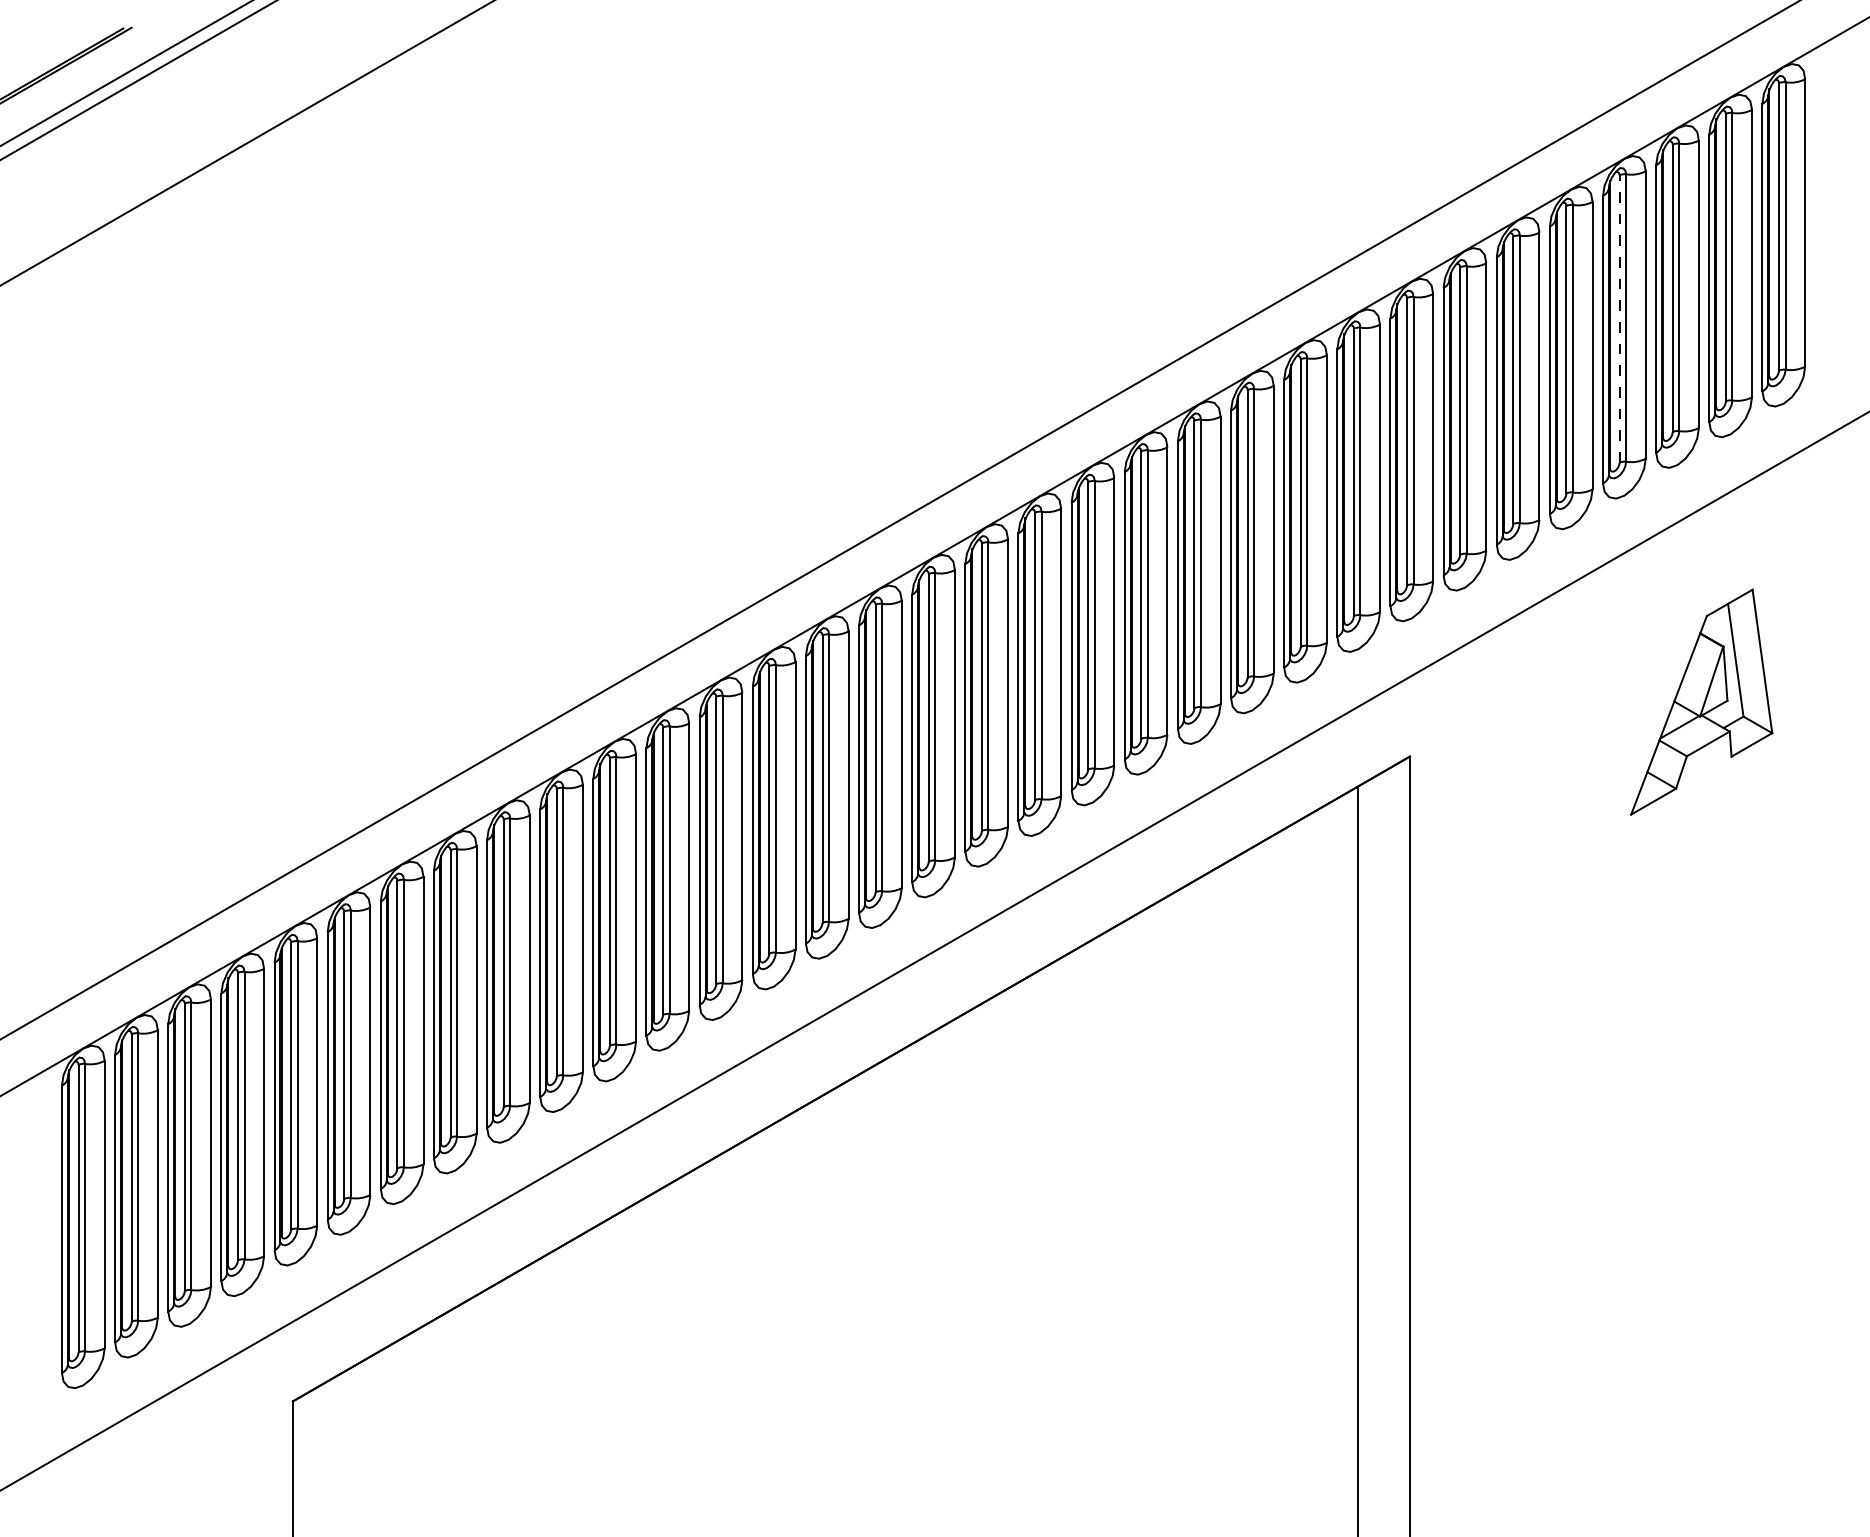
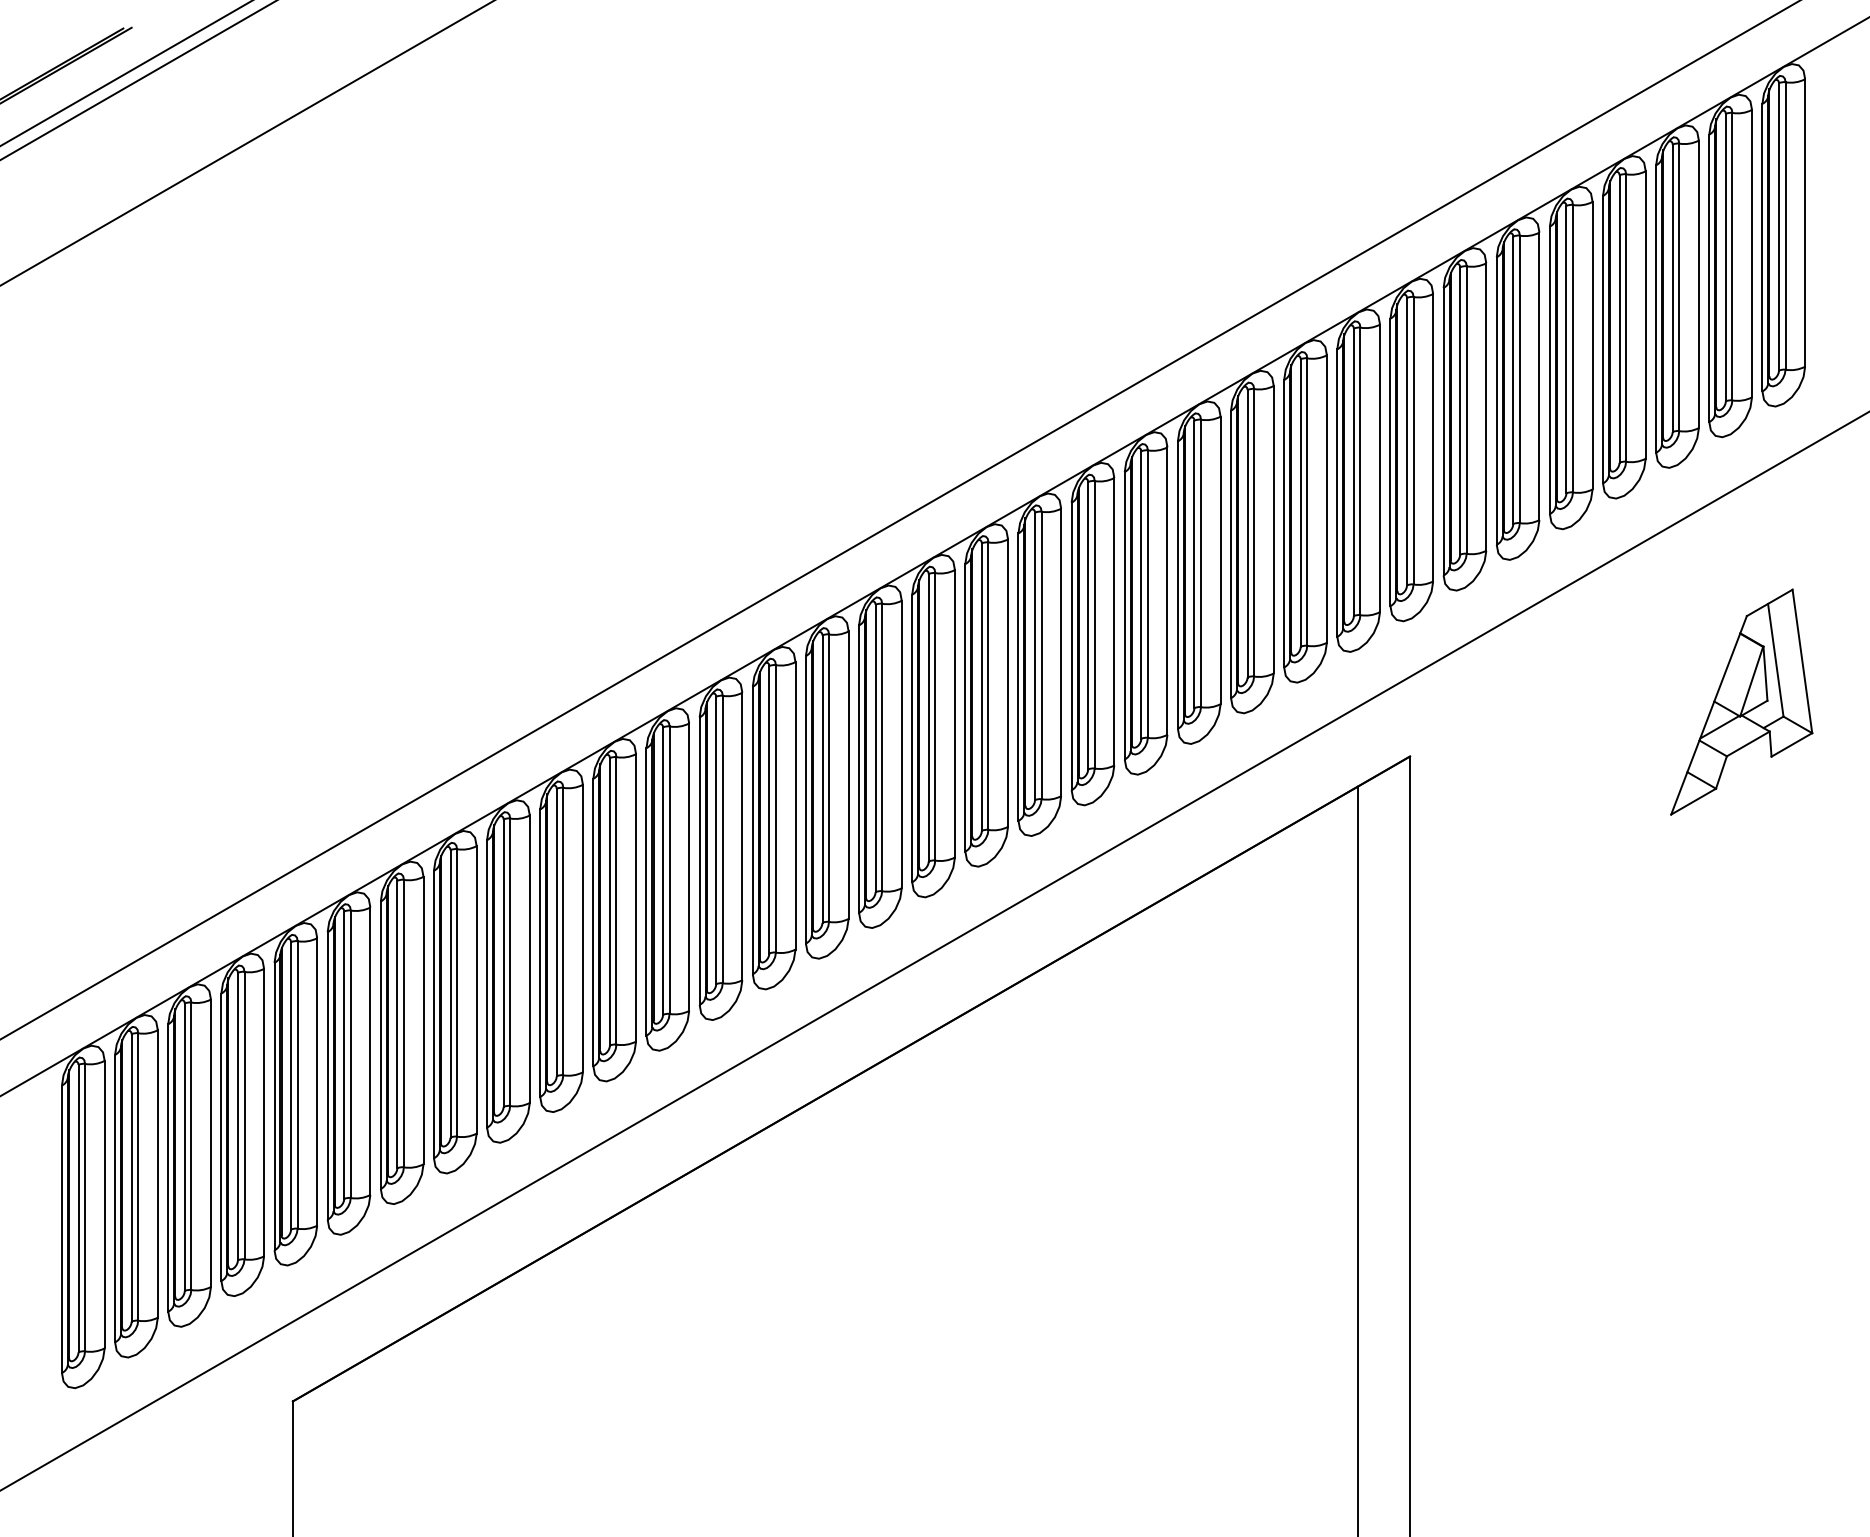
line at (1619, 319): dashed -> solid
part at (1701, 701) position: (1701, 701) -> (1741, 701)
